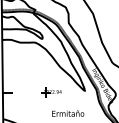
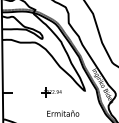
text at (68, 113) position: (68, 113) -> (63, 113)
